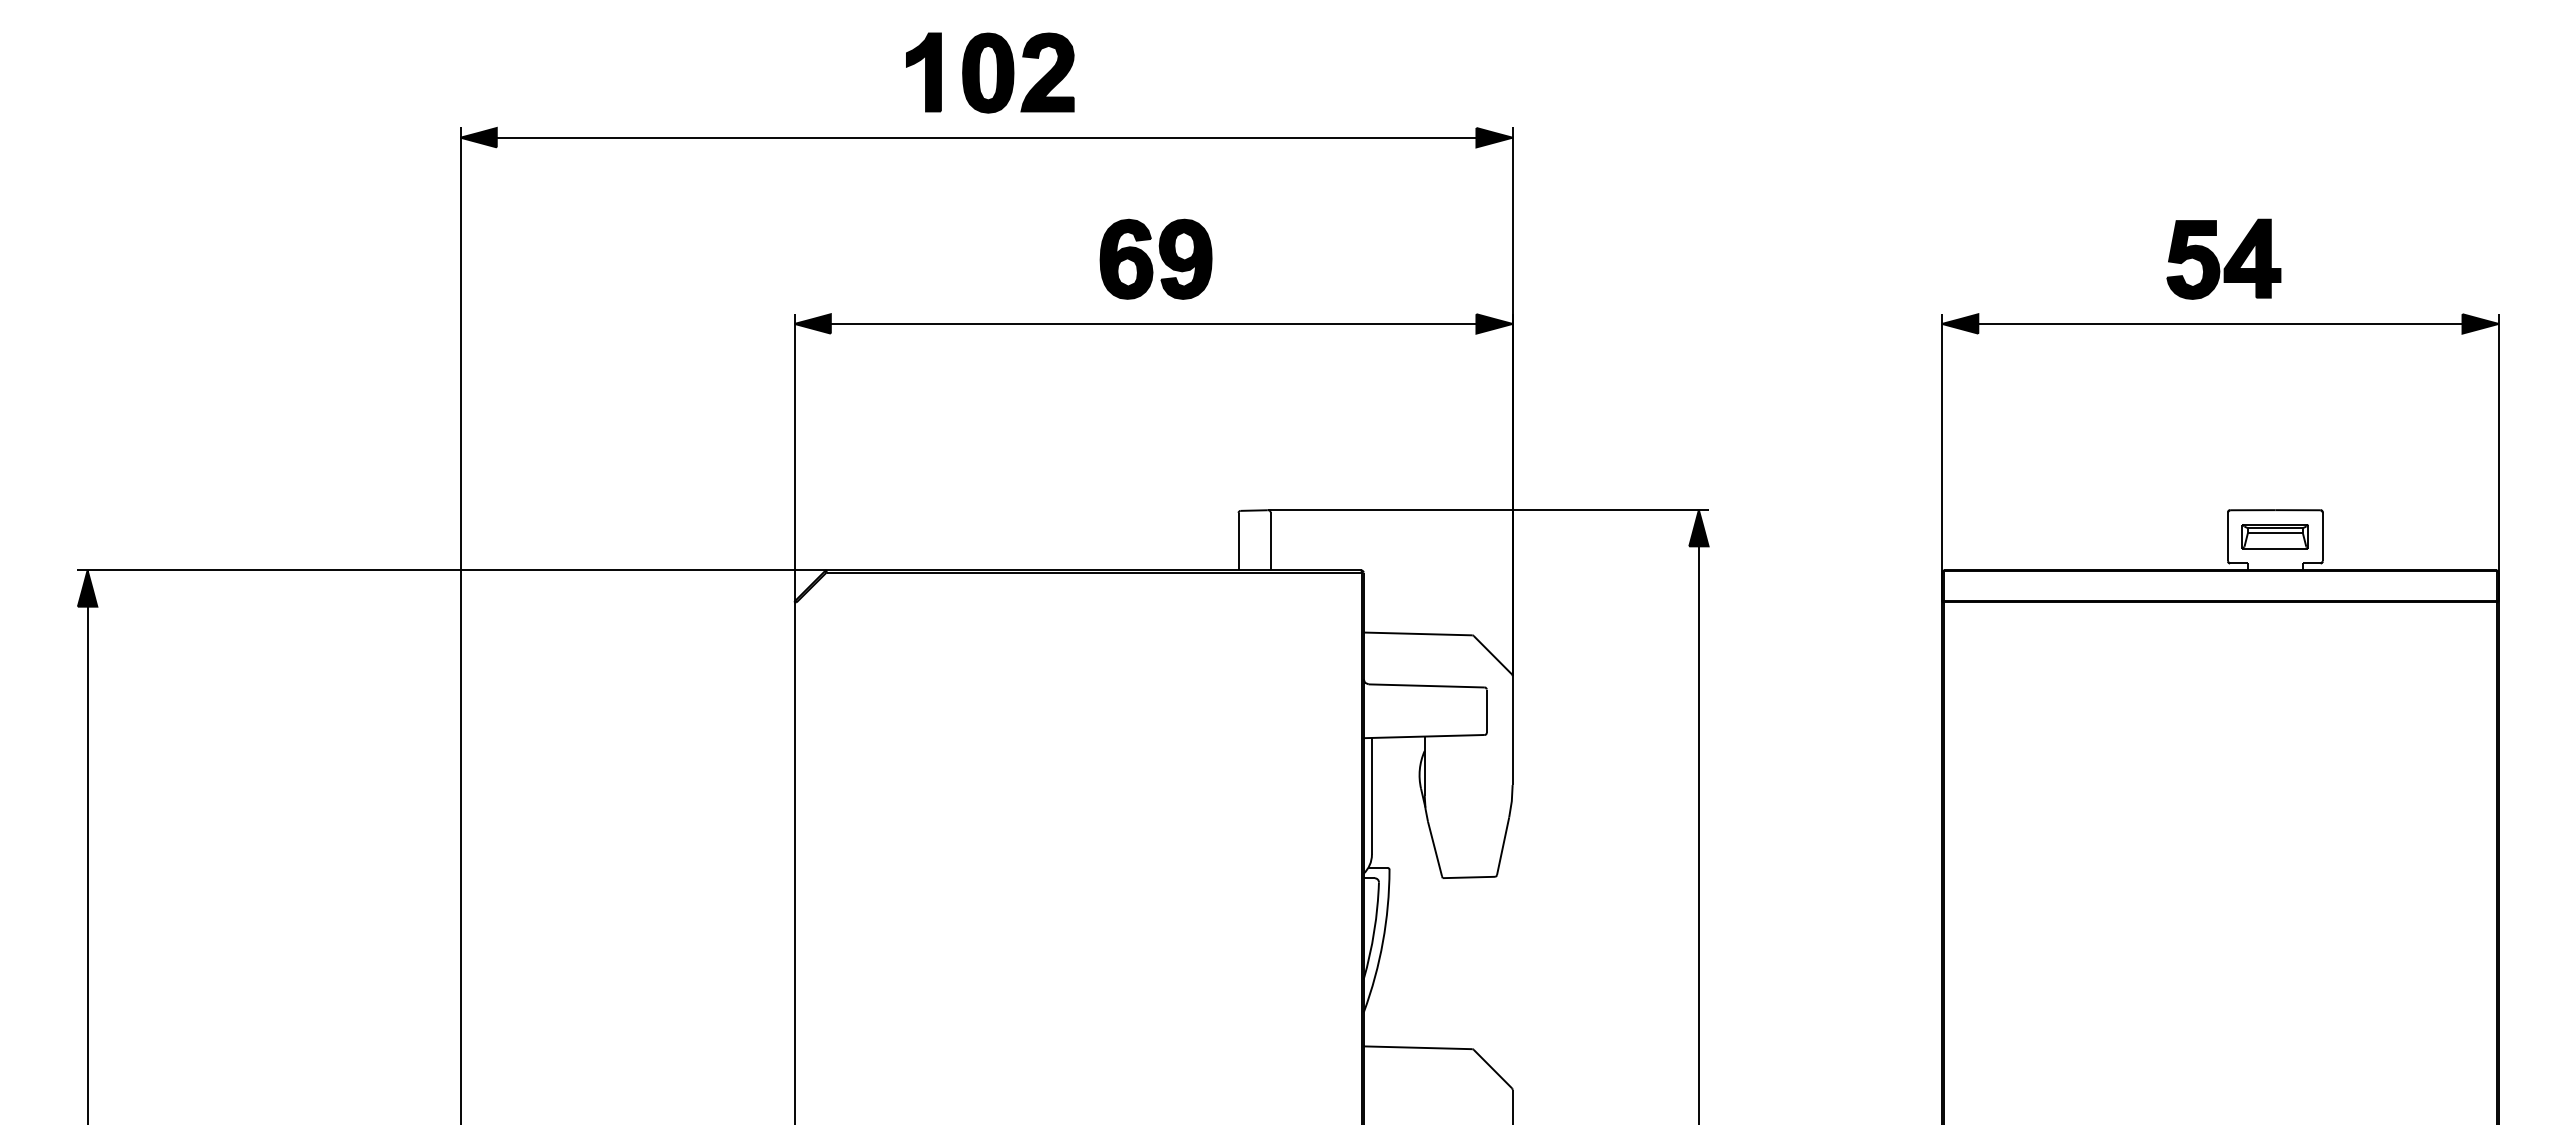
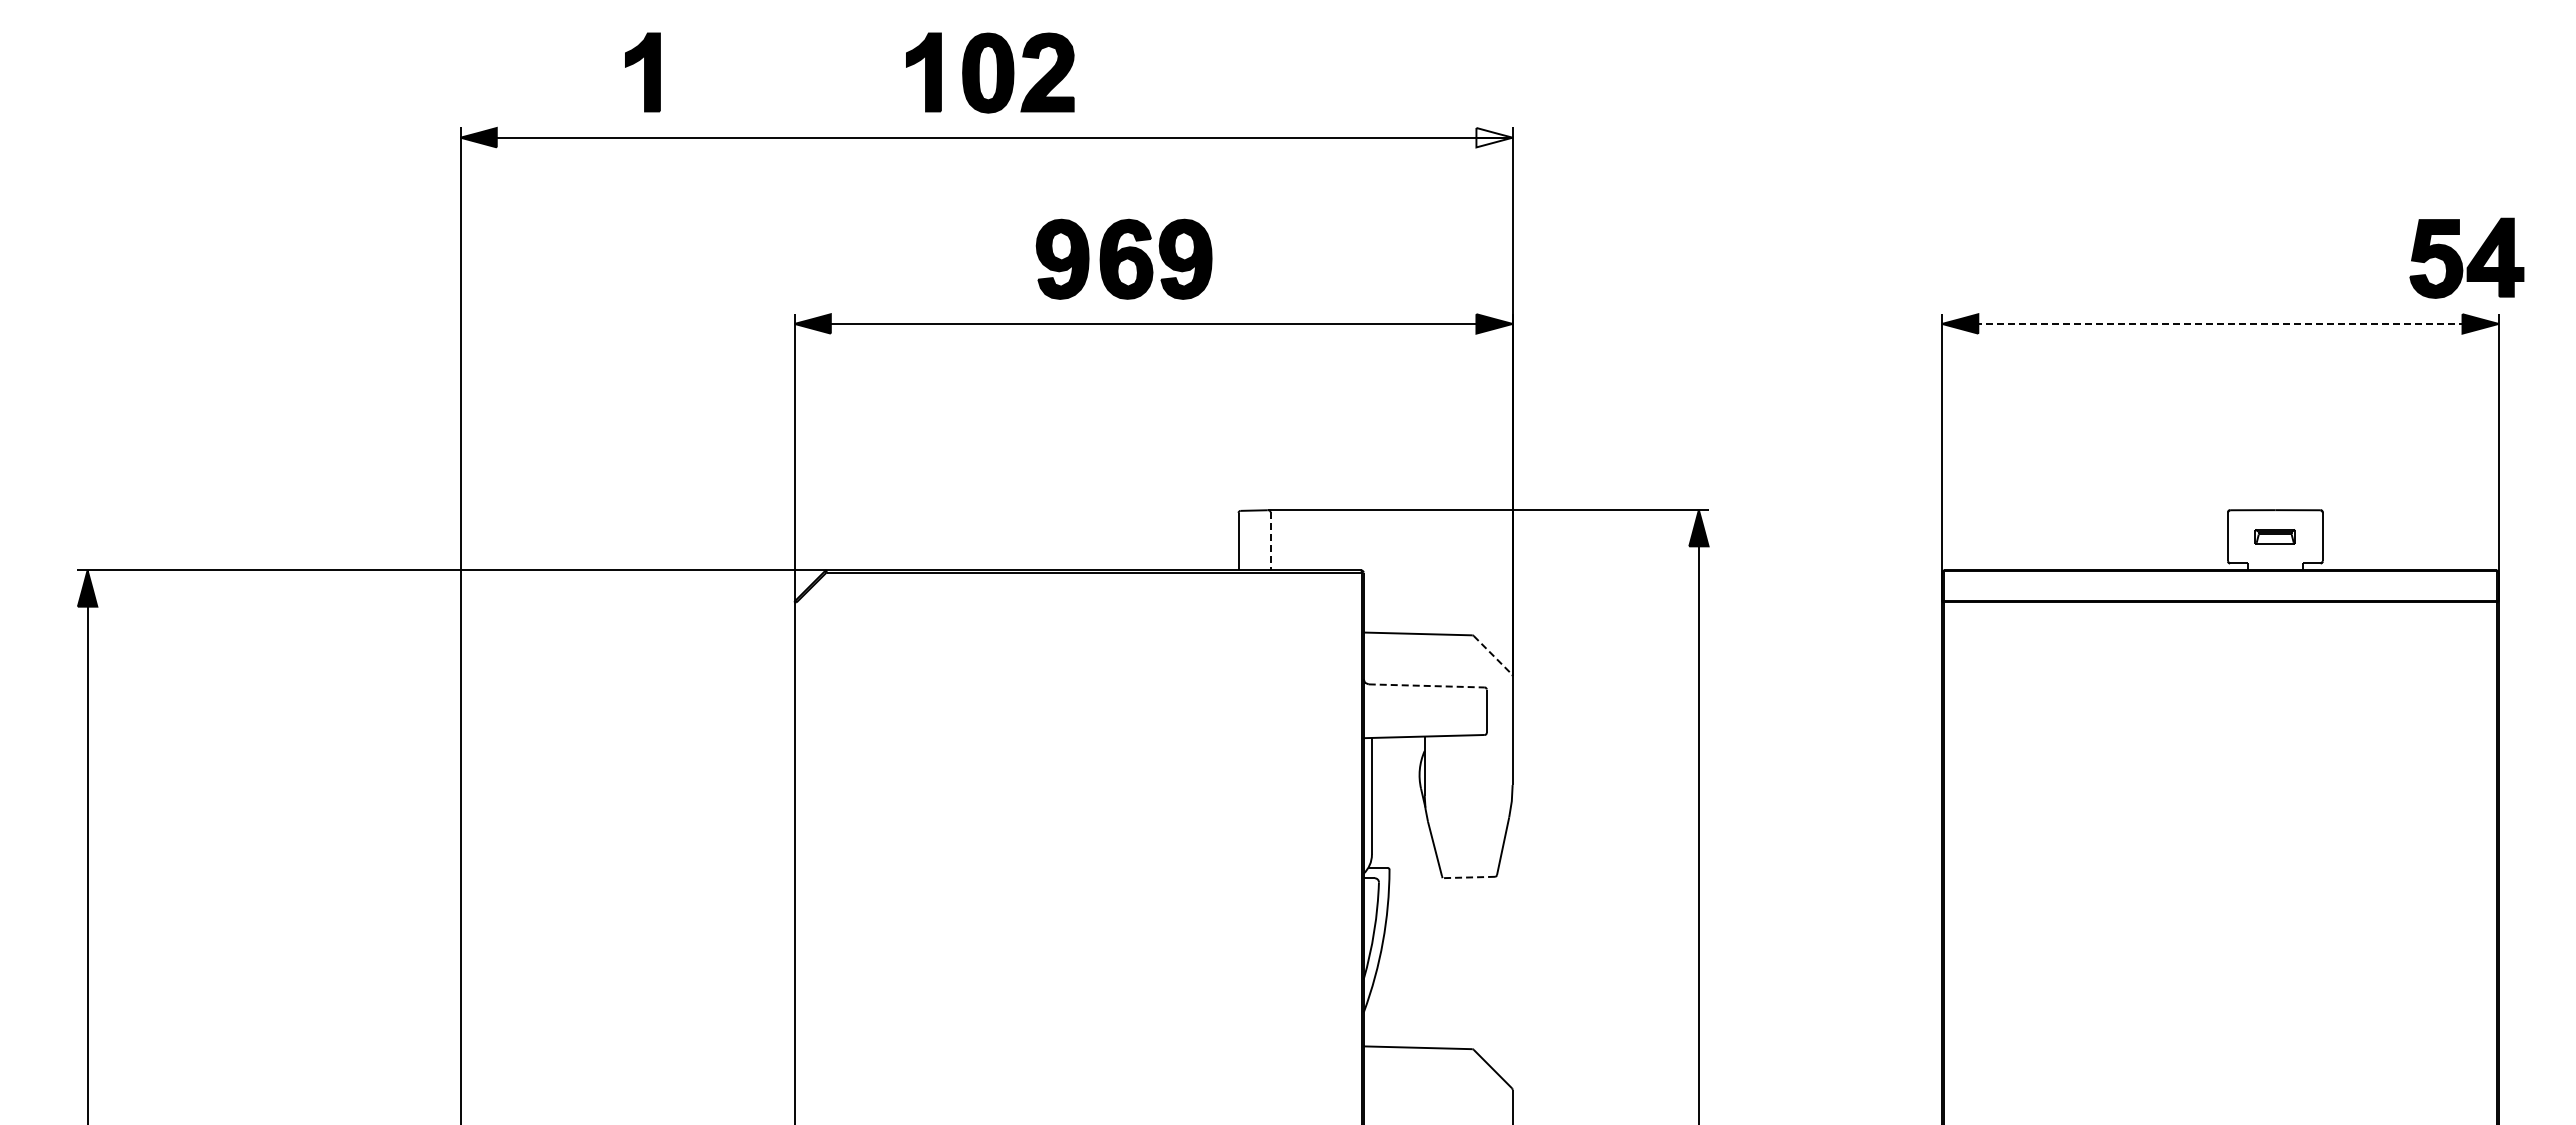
part at (642, 72): none -> present
fill at (1494, 137): present -> none
part at (1062, 258): none -> present
part at (2223, 258) position: (2223, 258) -> (2466, 257)
line at (2219, 323): solid -> dashed
part at (2274, 536) size: 68x26 px -> 42x16 px
line at (1270, 541): solid -> dashed
line at (1493, 655): solid -> dashed
line at (1427, 685): solid -> dashed
line at (1468, 877): solid -> dashed
